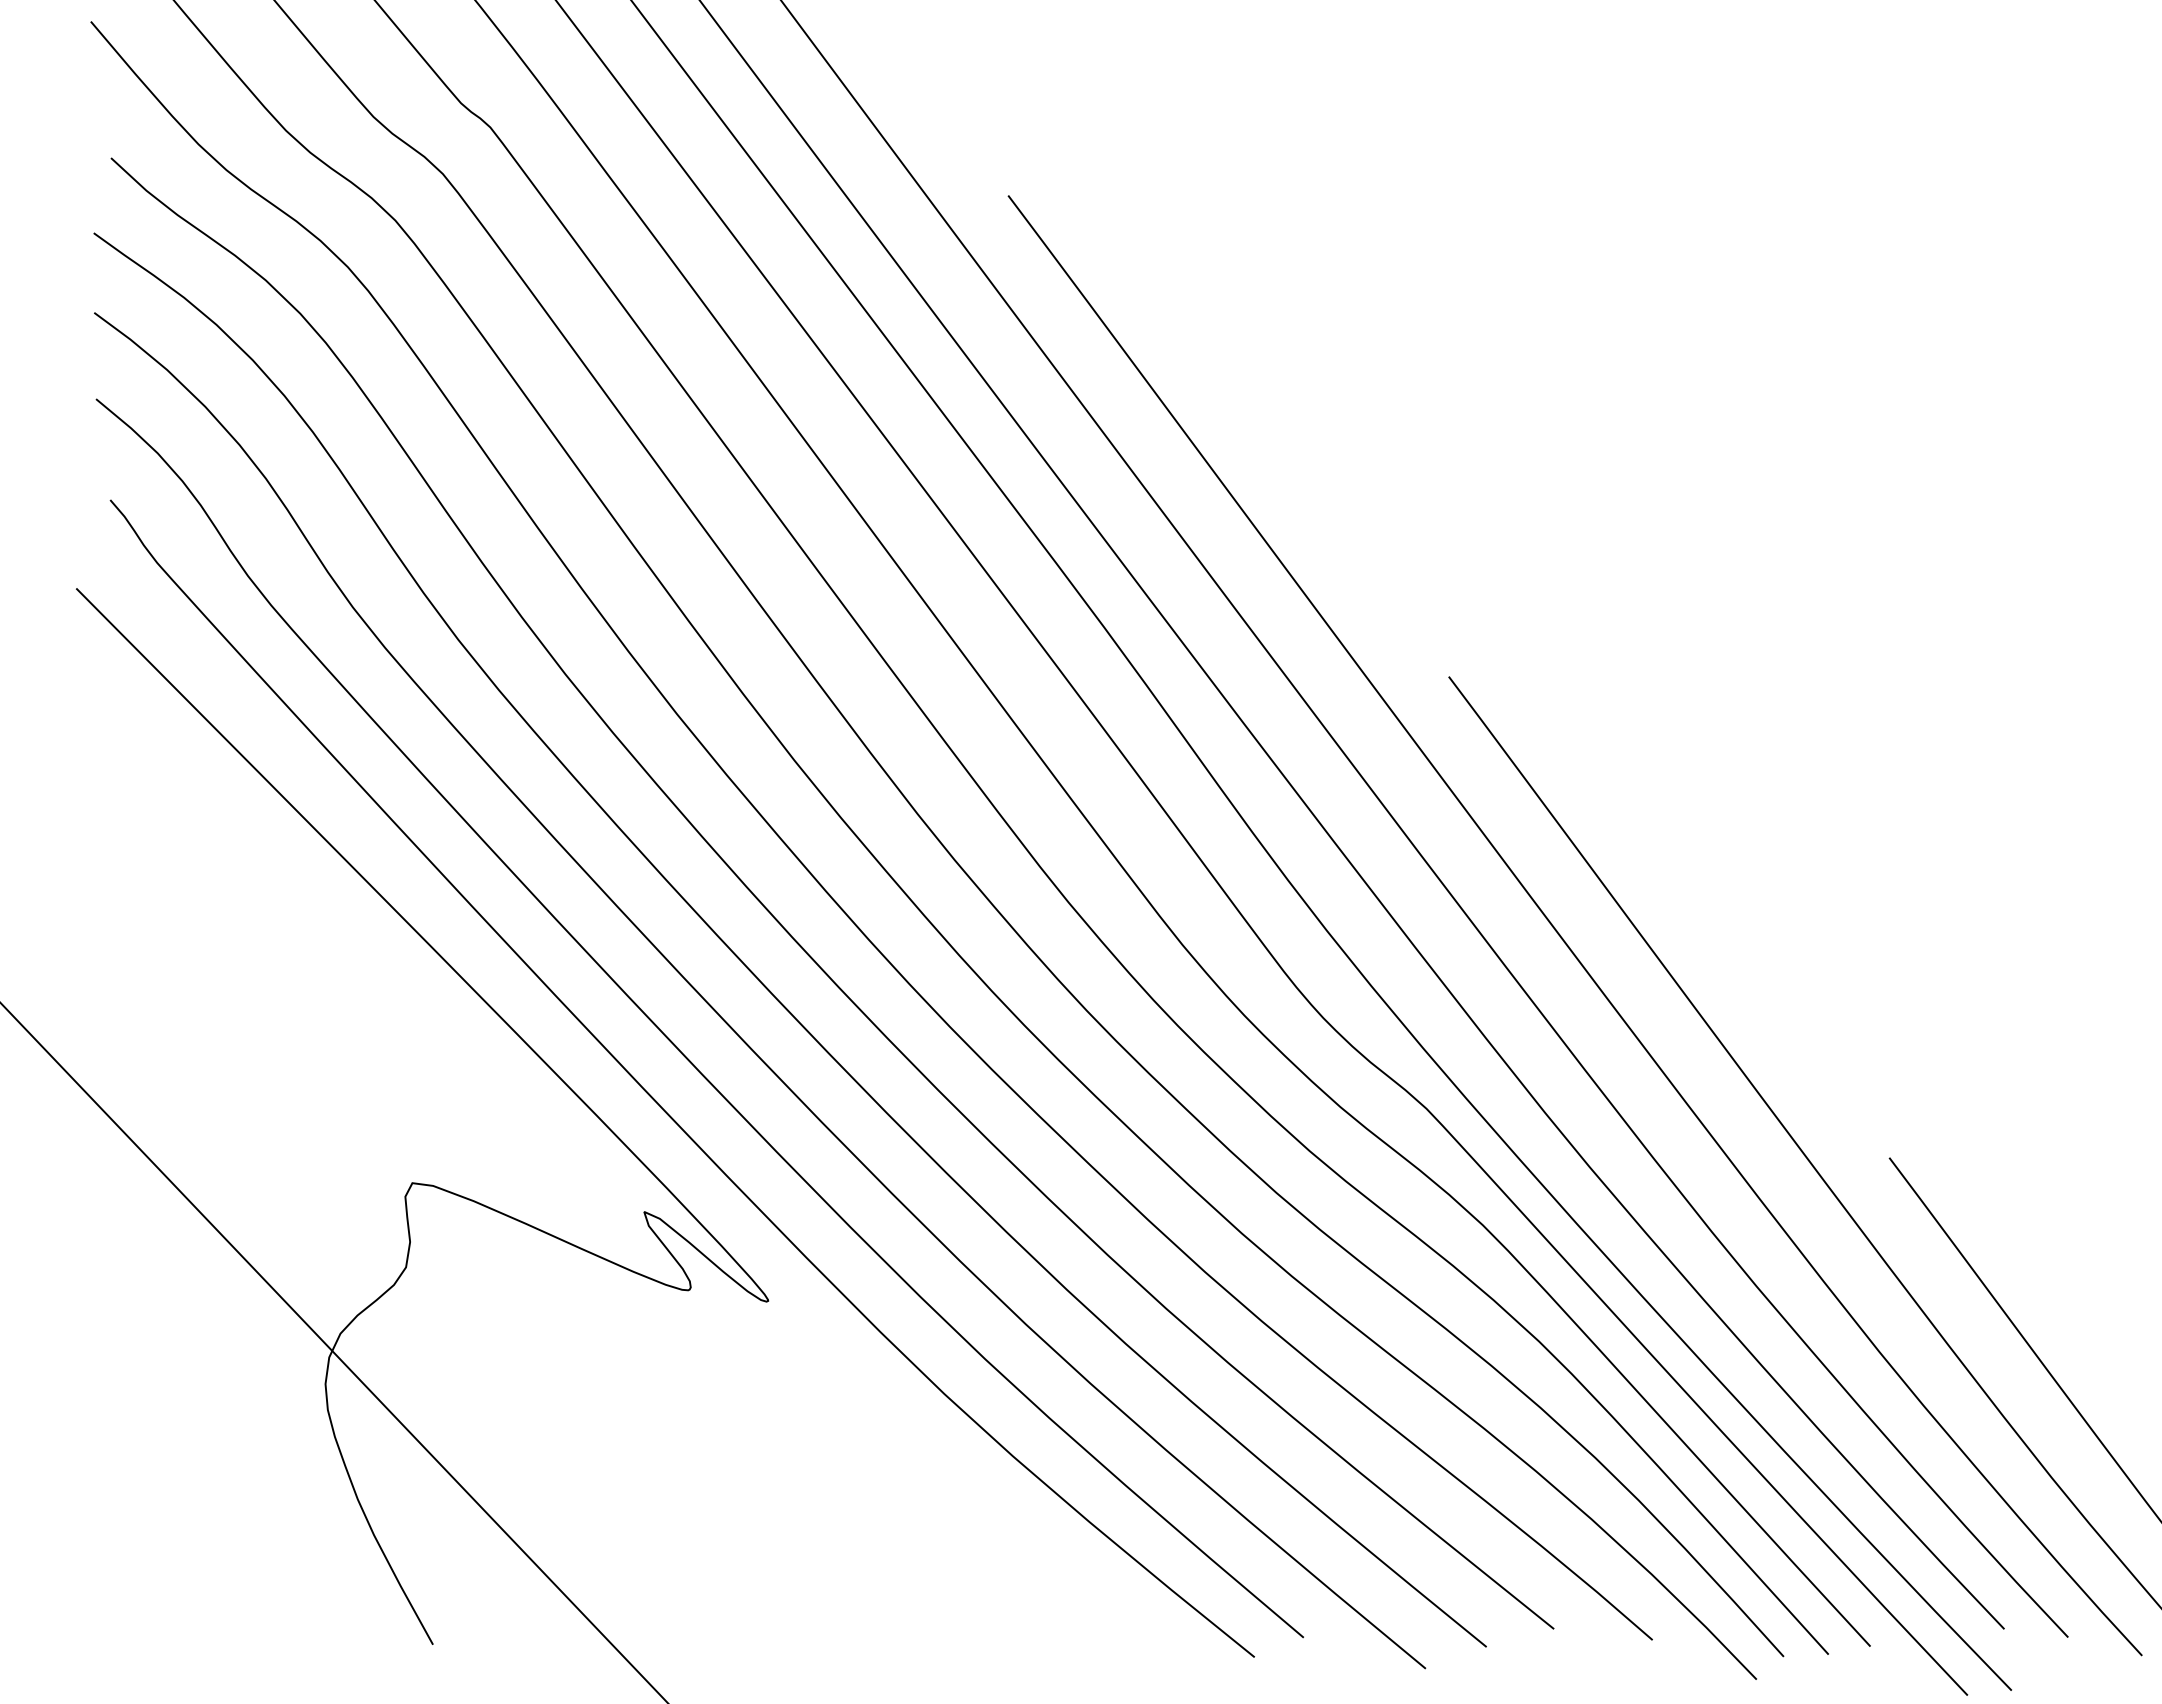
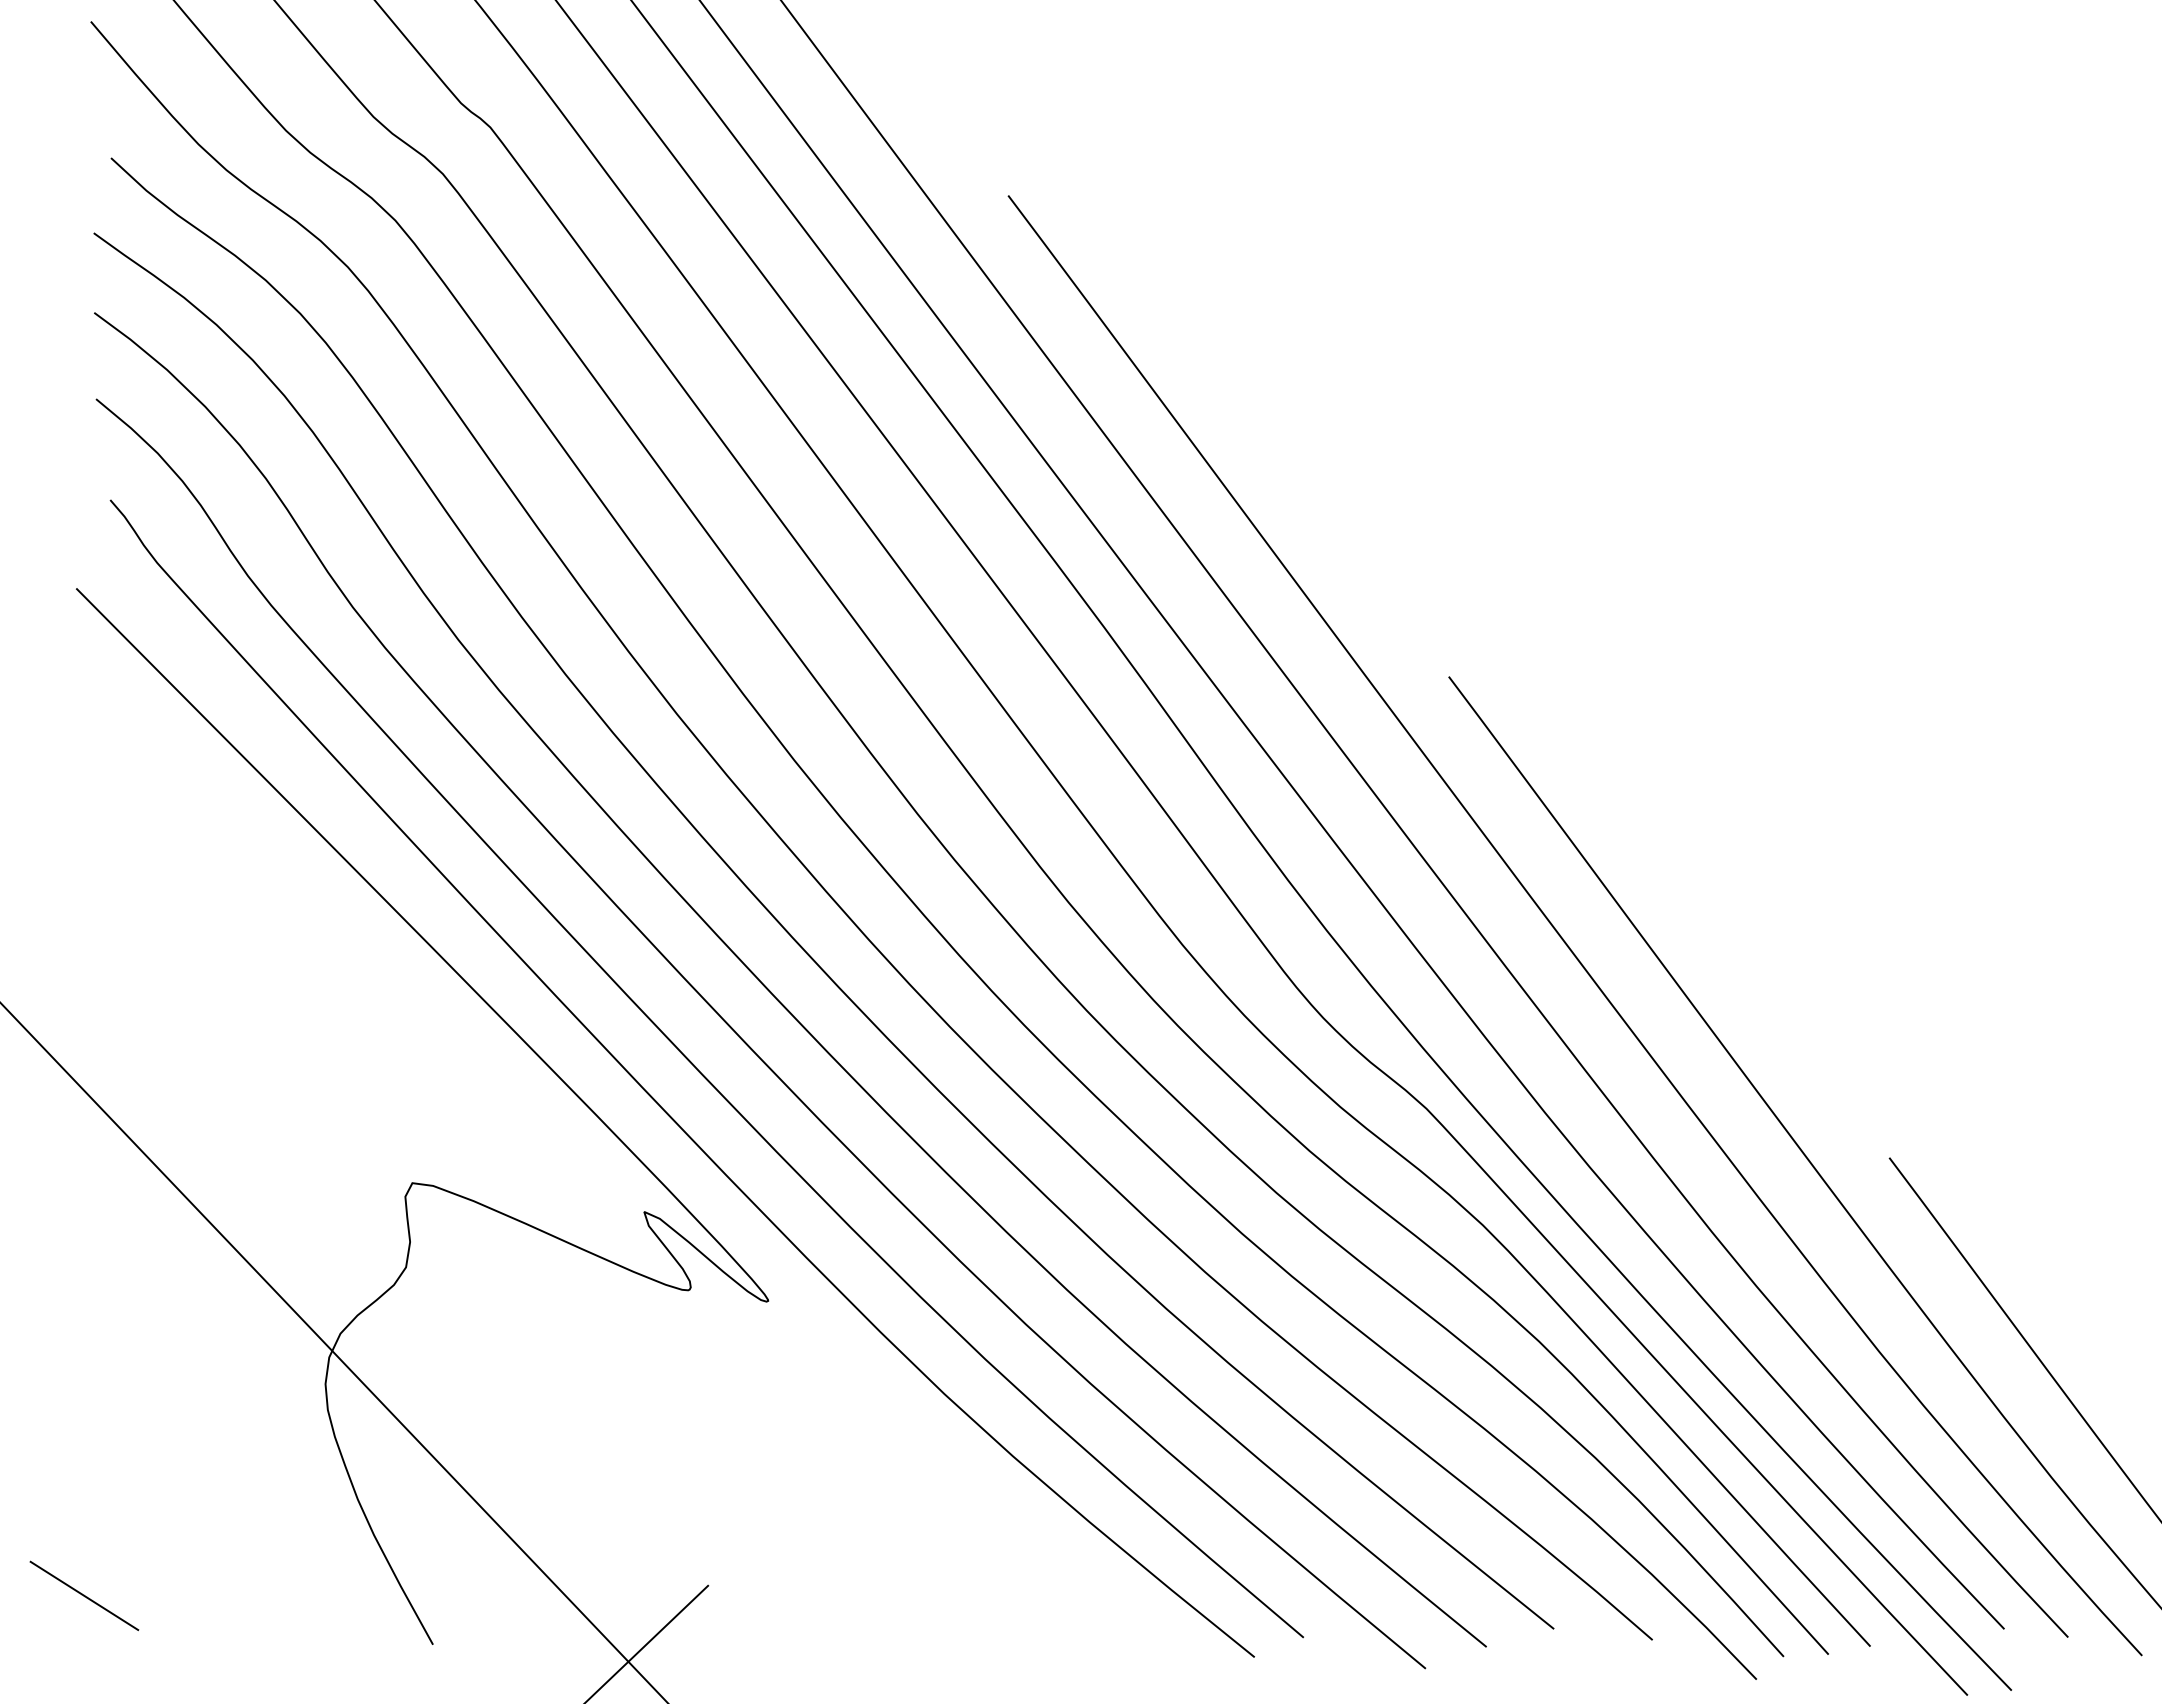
line at (84, 1595): none -> present
line at (647, 1642): none -> present
